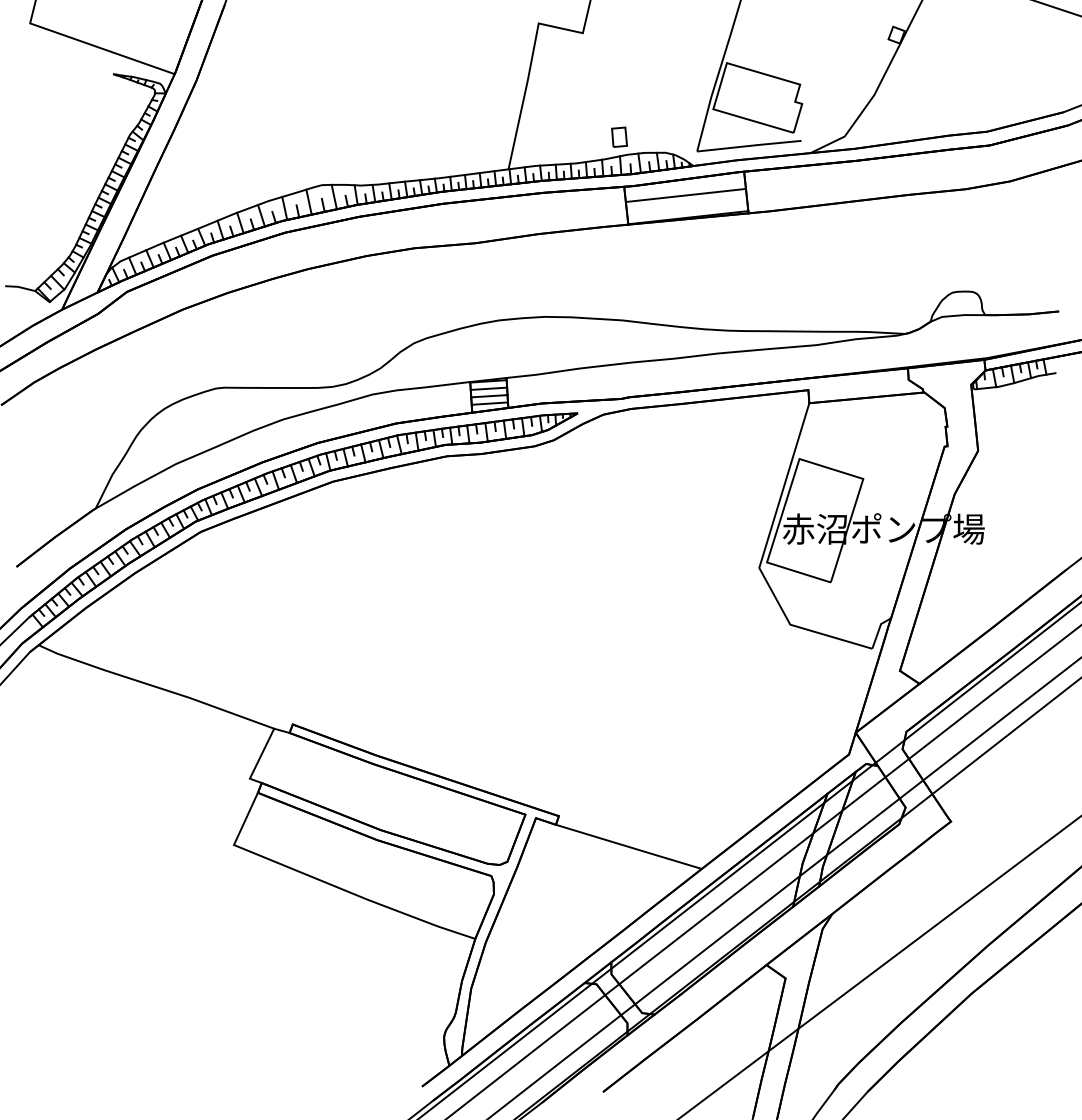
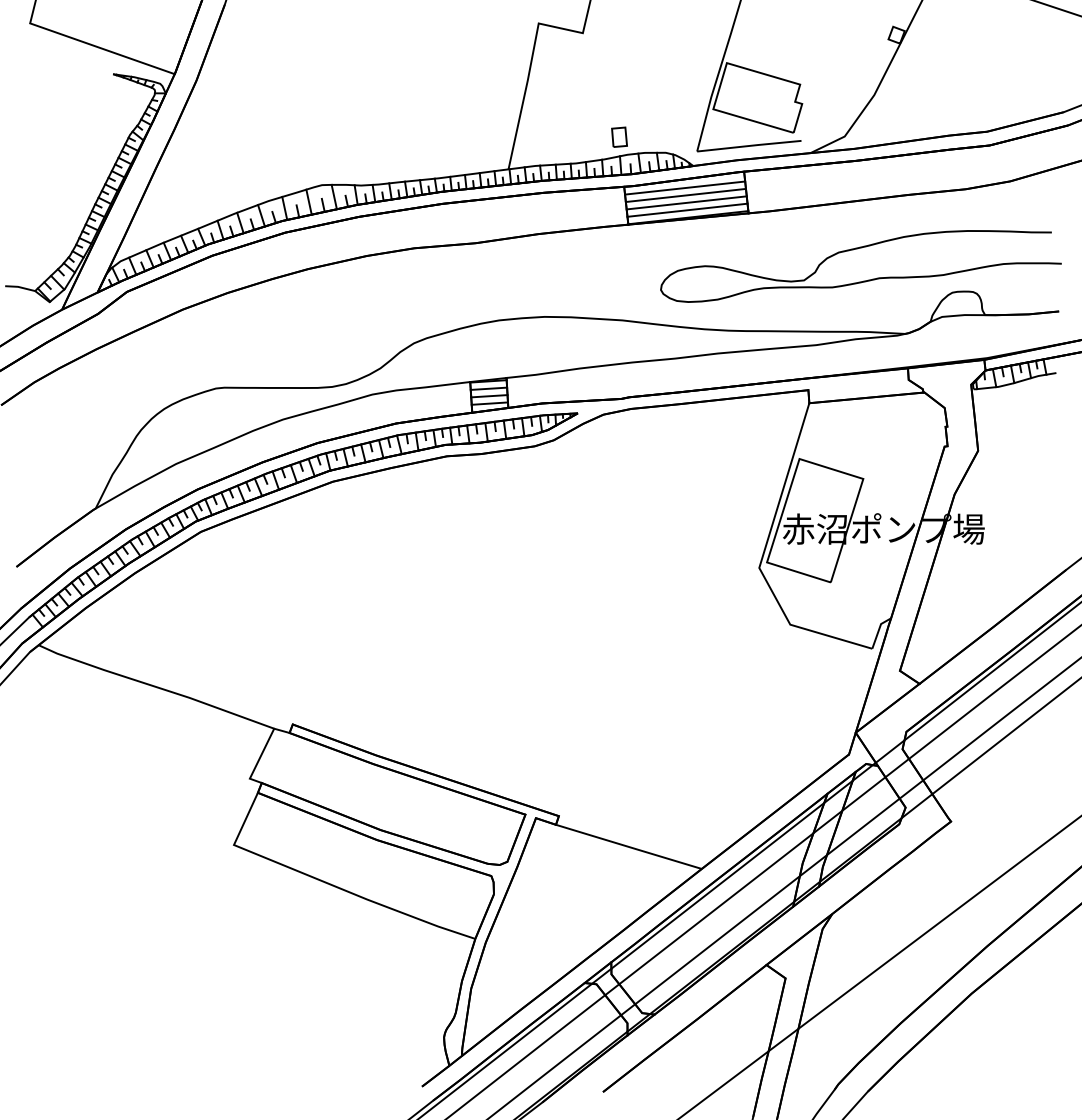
line at (685, 187): none -> present
line at (686, 202): none -> present
line at (687, 209): none -> present
curve at (863, 280): none -> present
